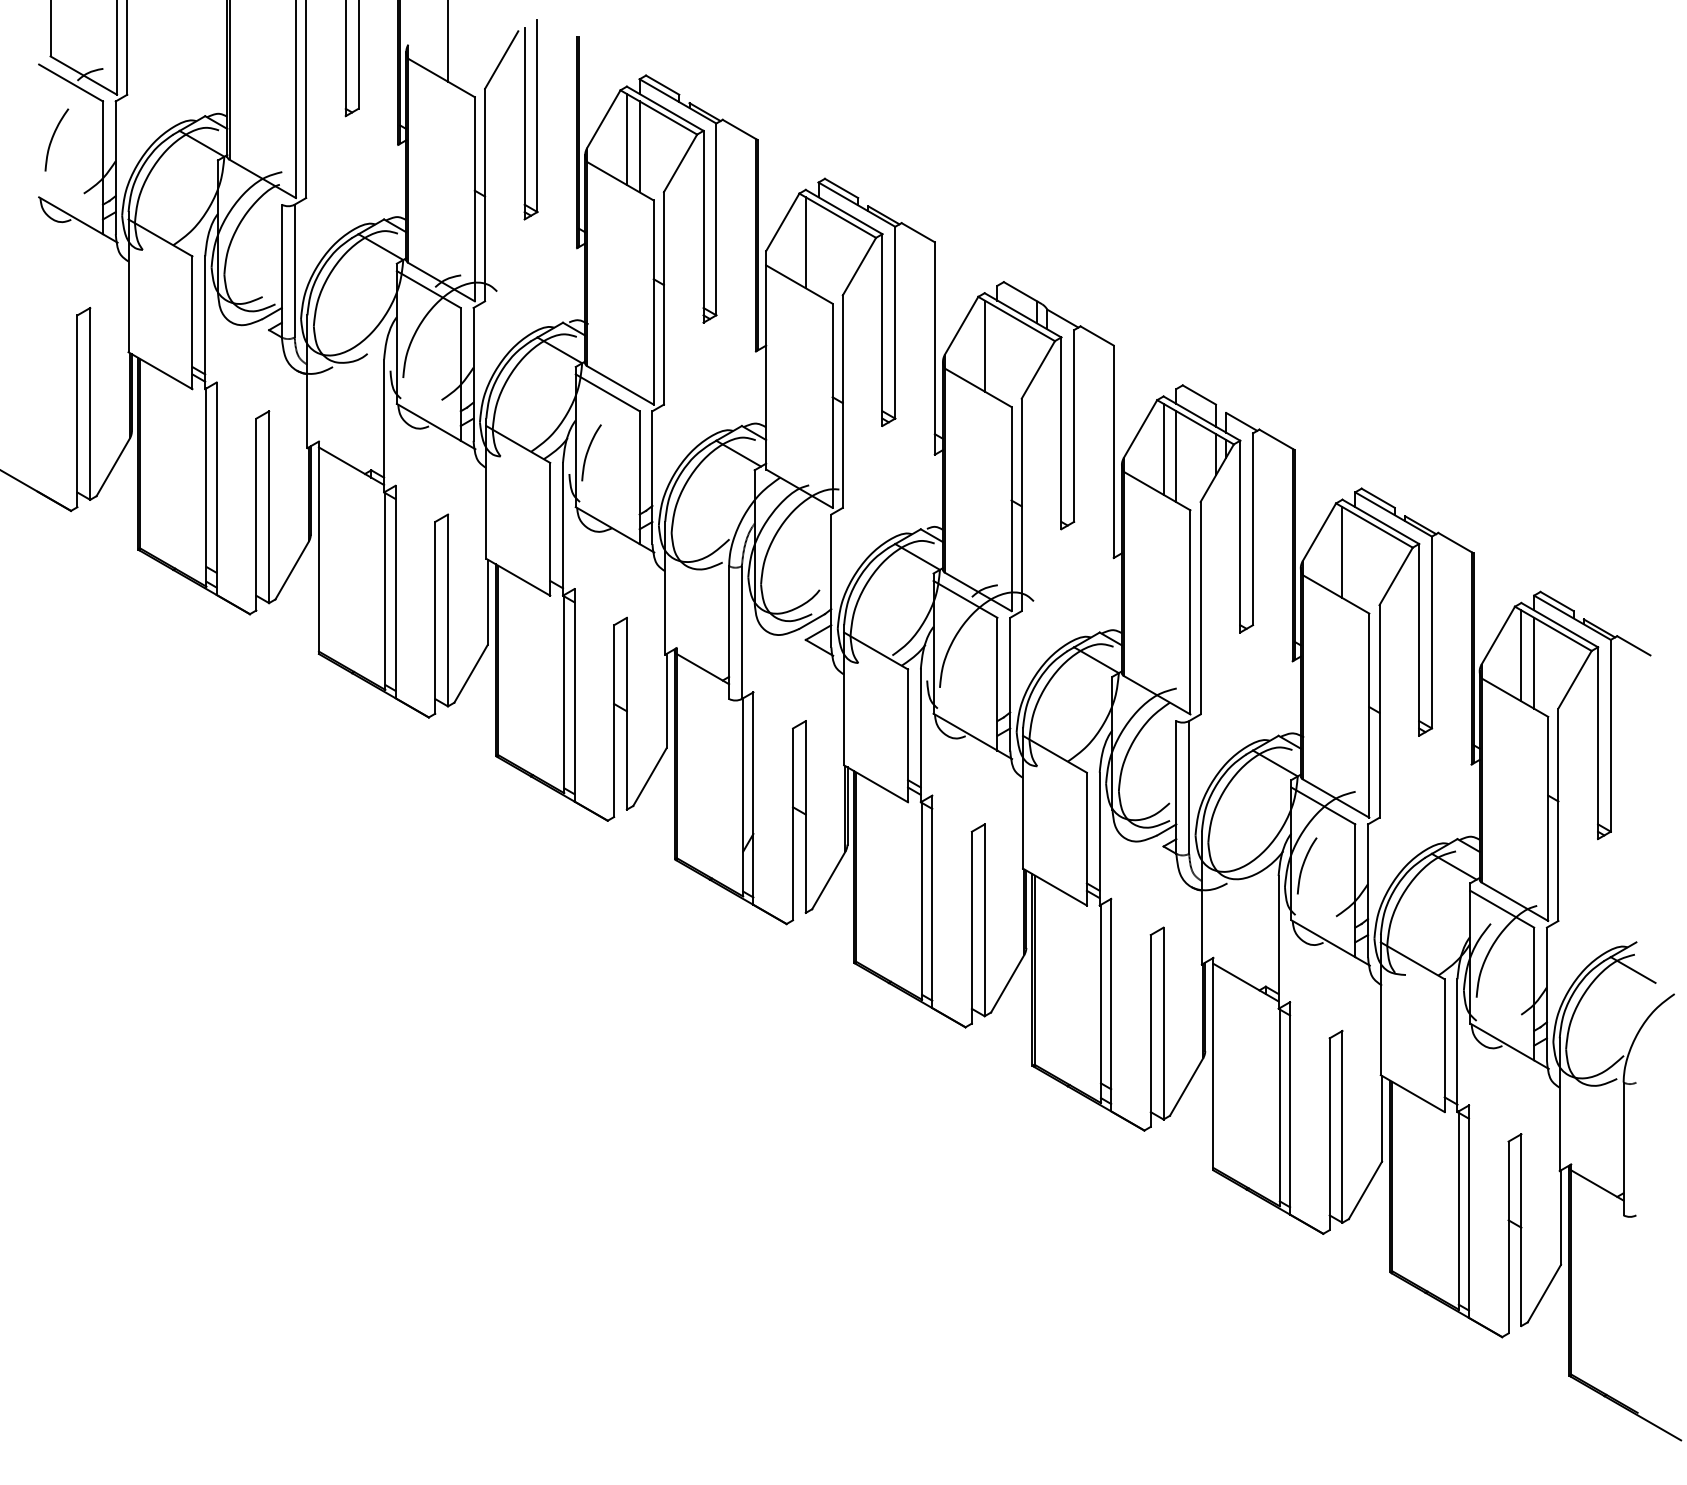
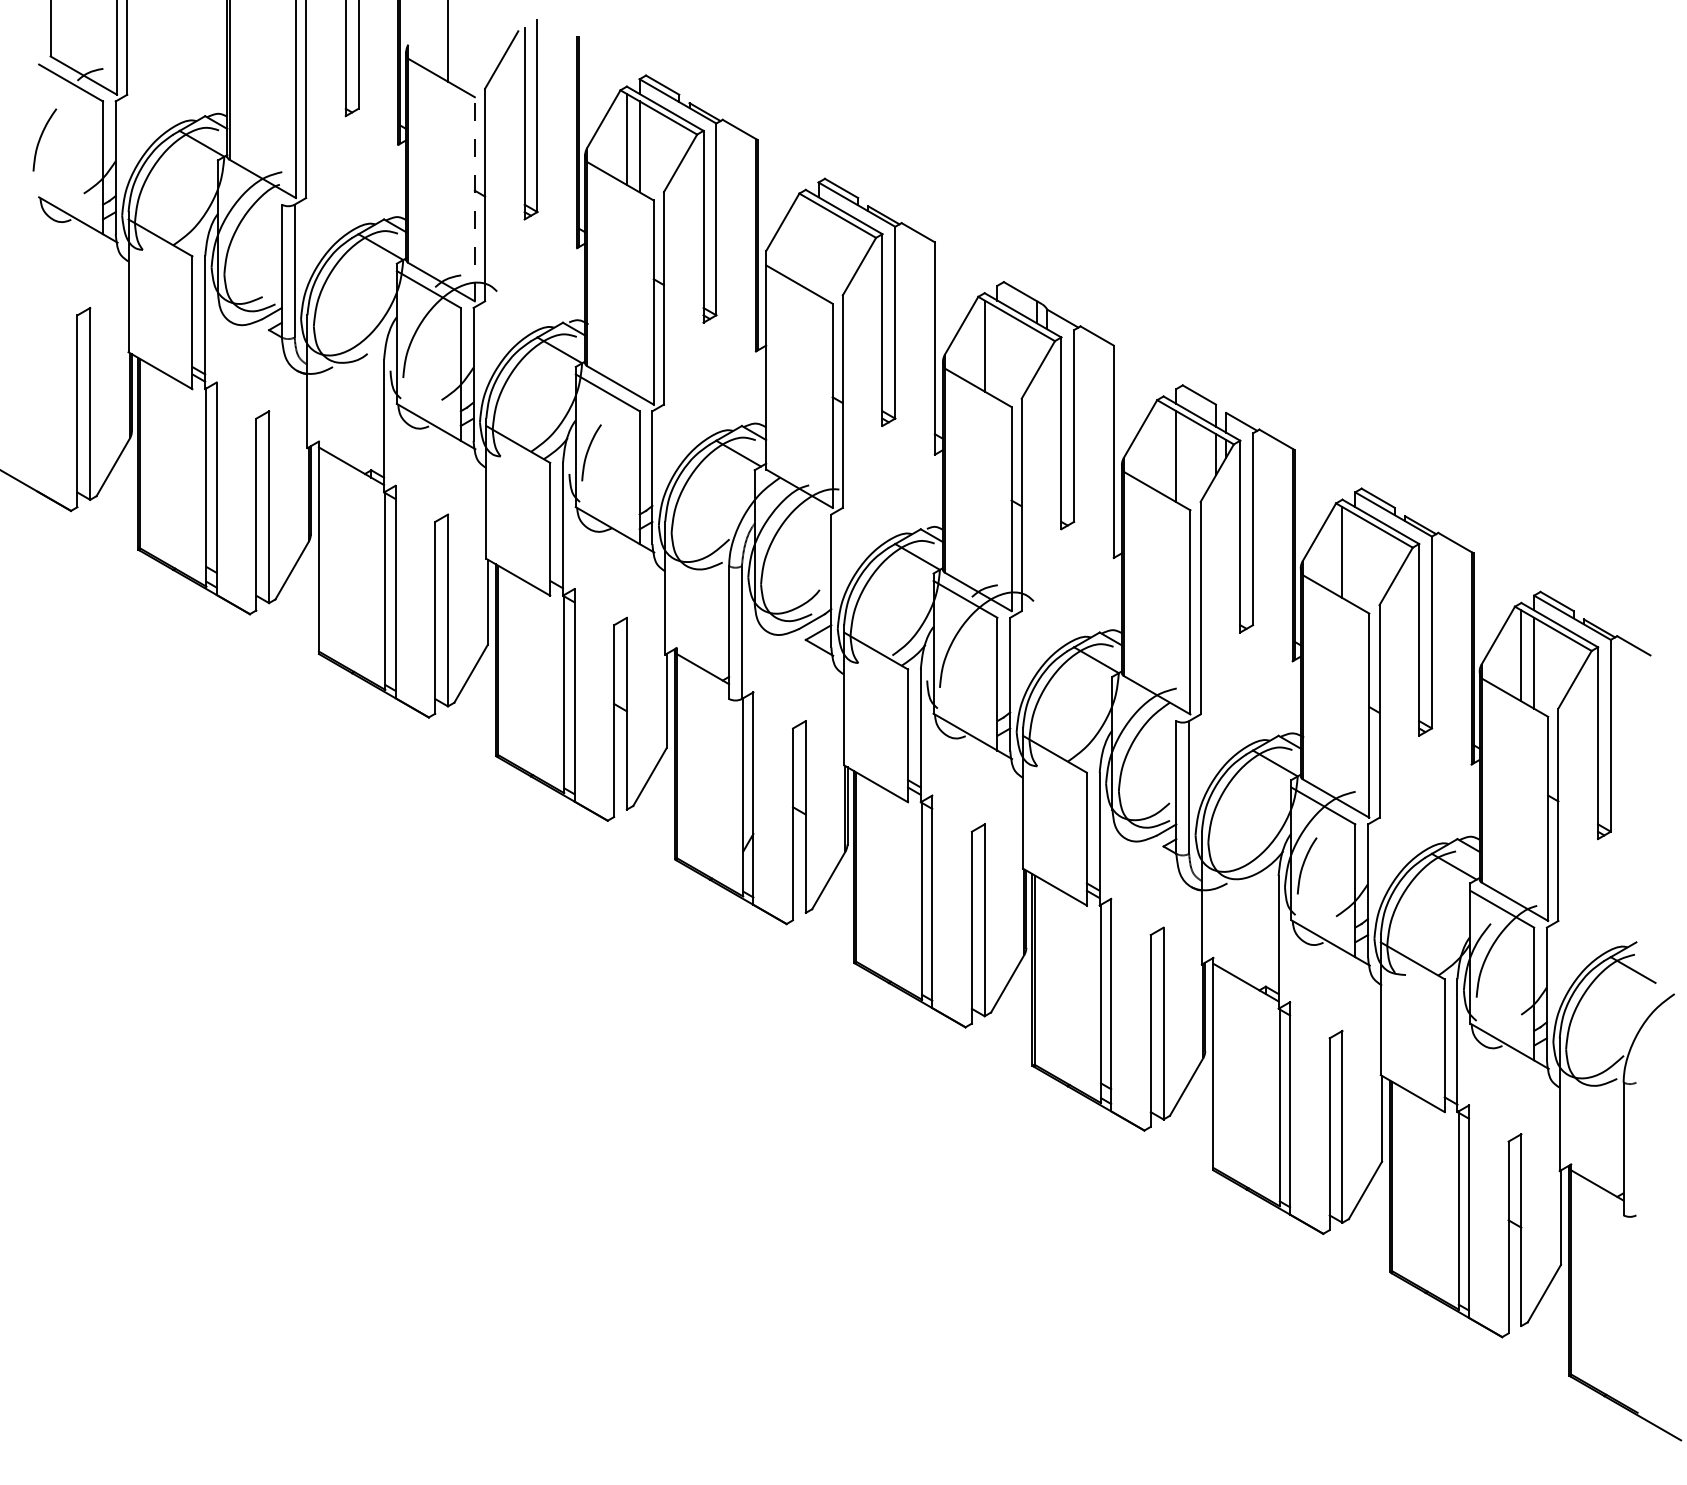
curve at (53, 138) position: (53, 138) -> (41, 138)
line at (474, 198): solid -> dashed
line at (805, 242): present -> none
line at (1163, 448): present -> none
